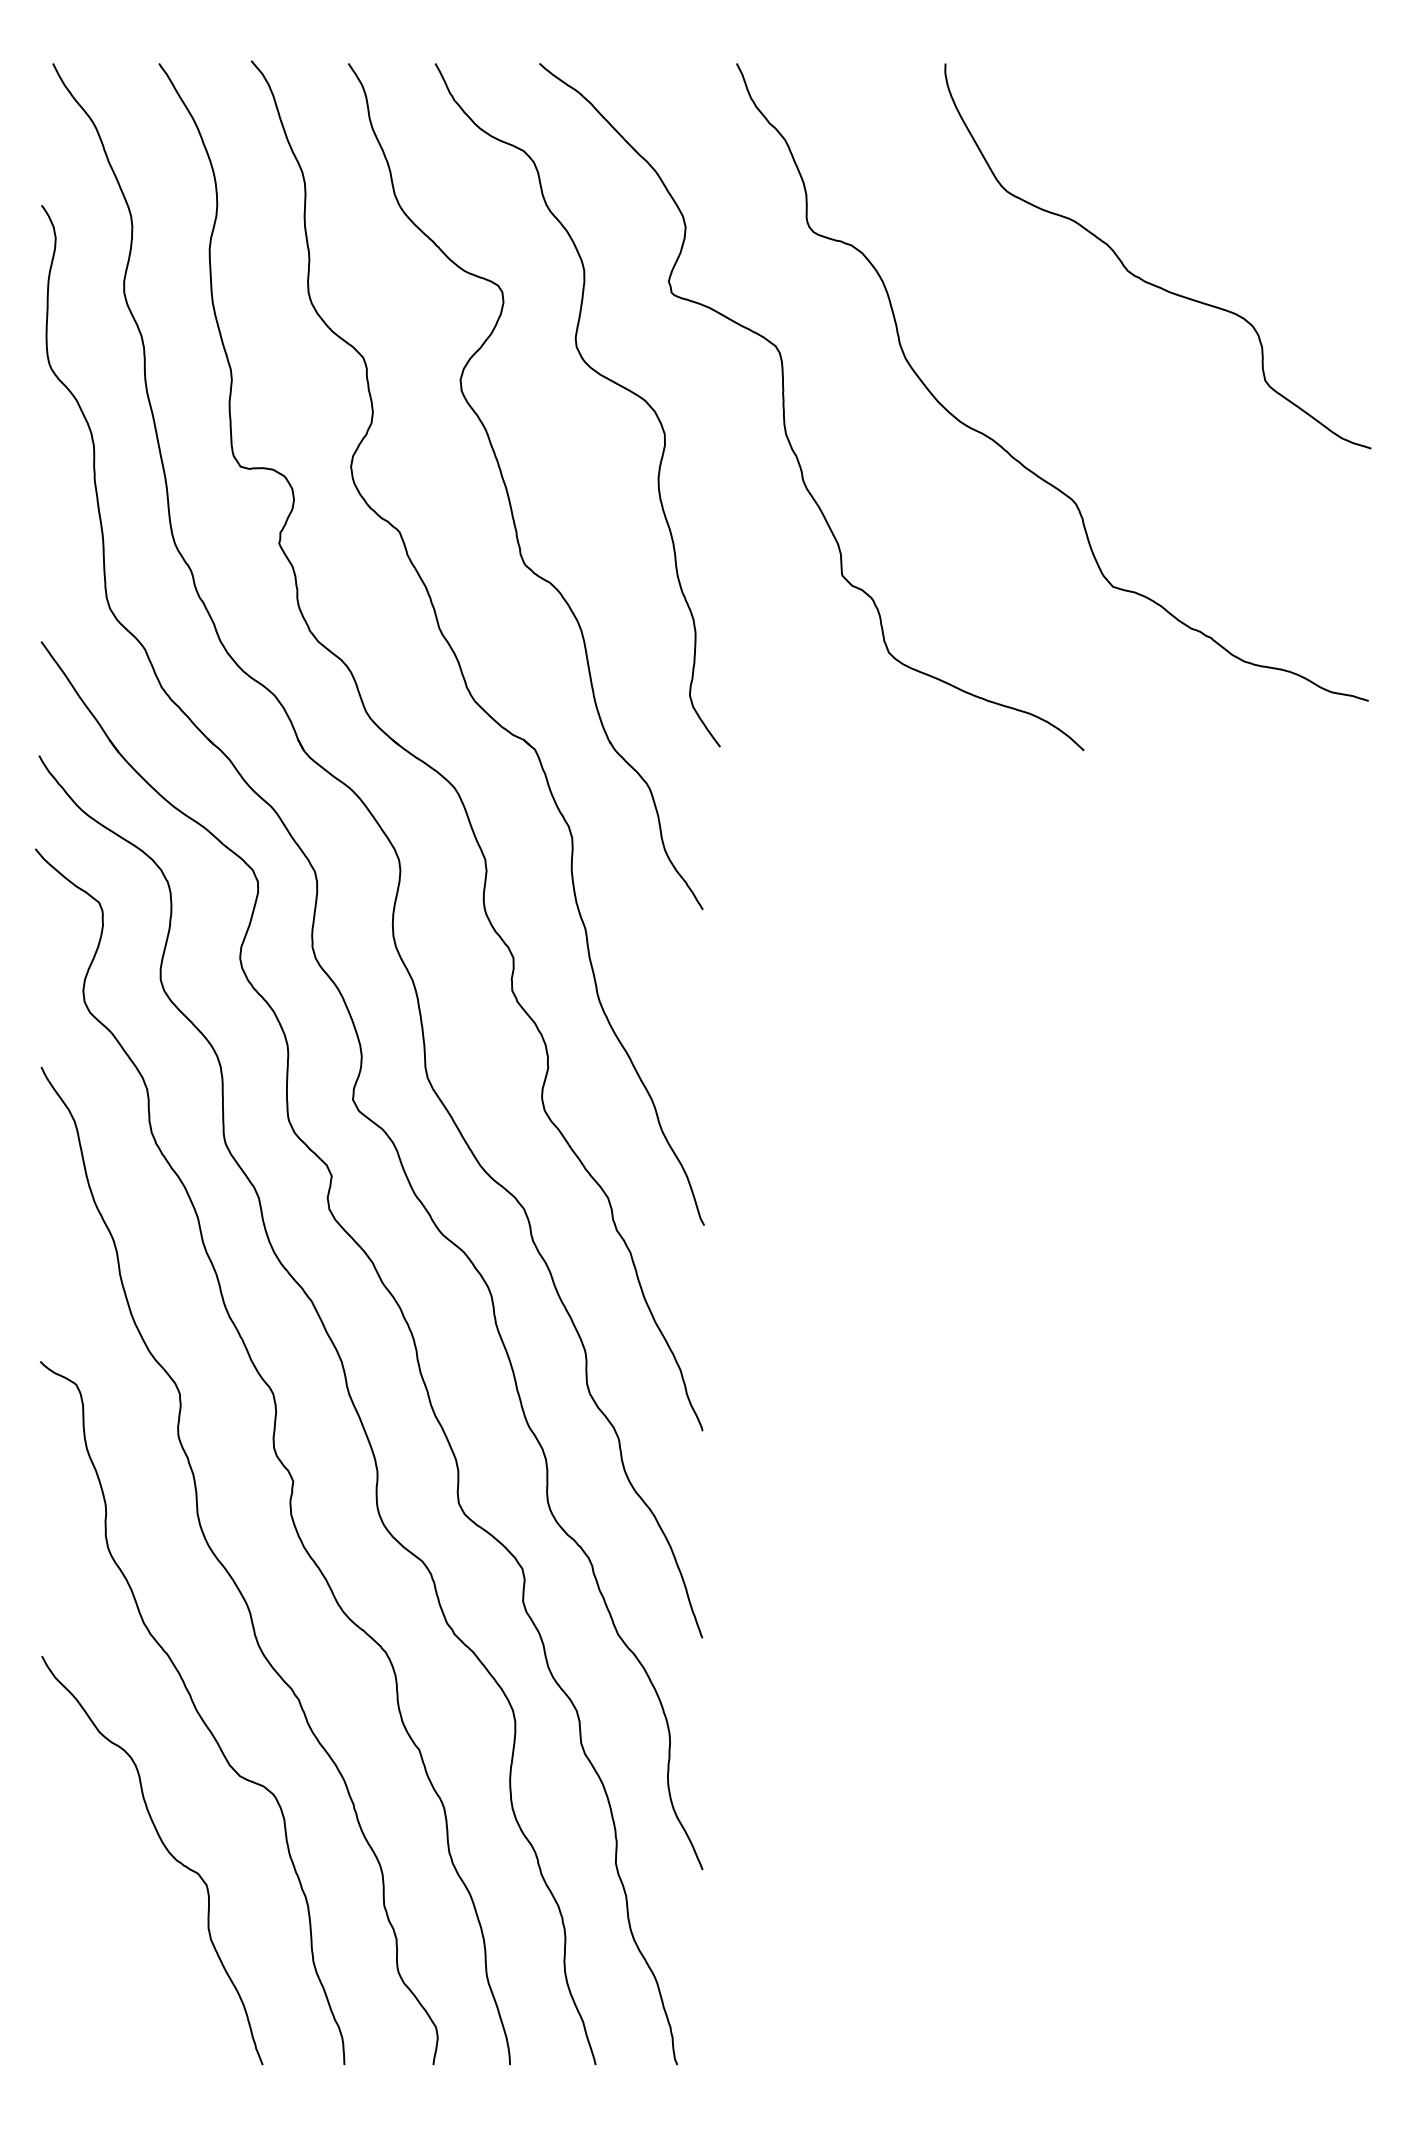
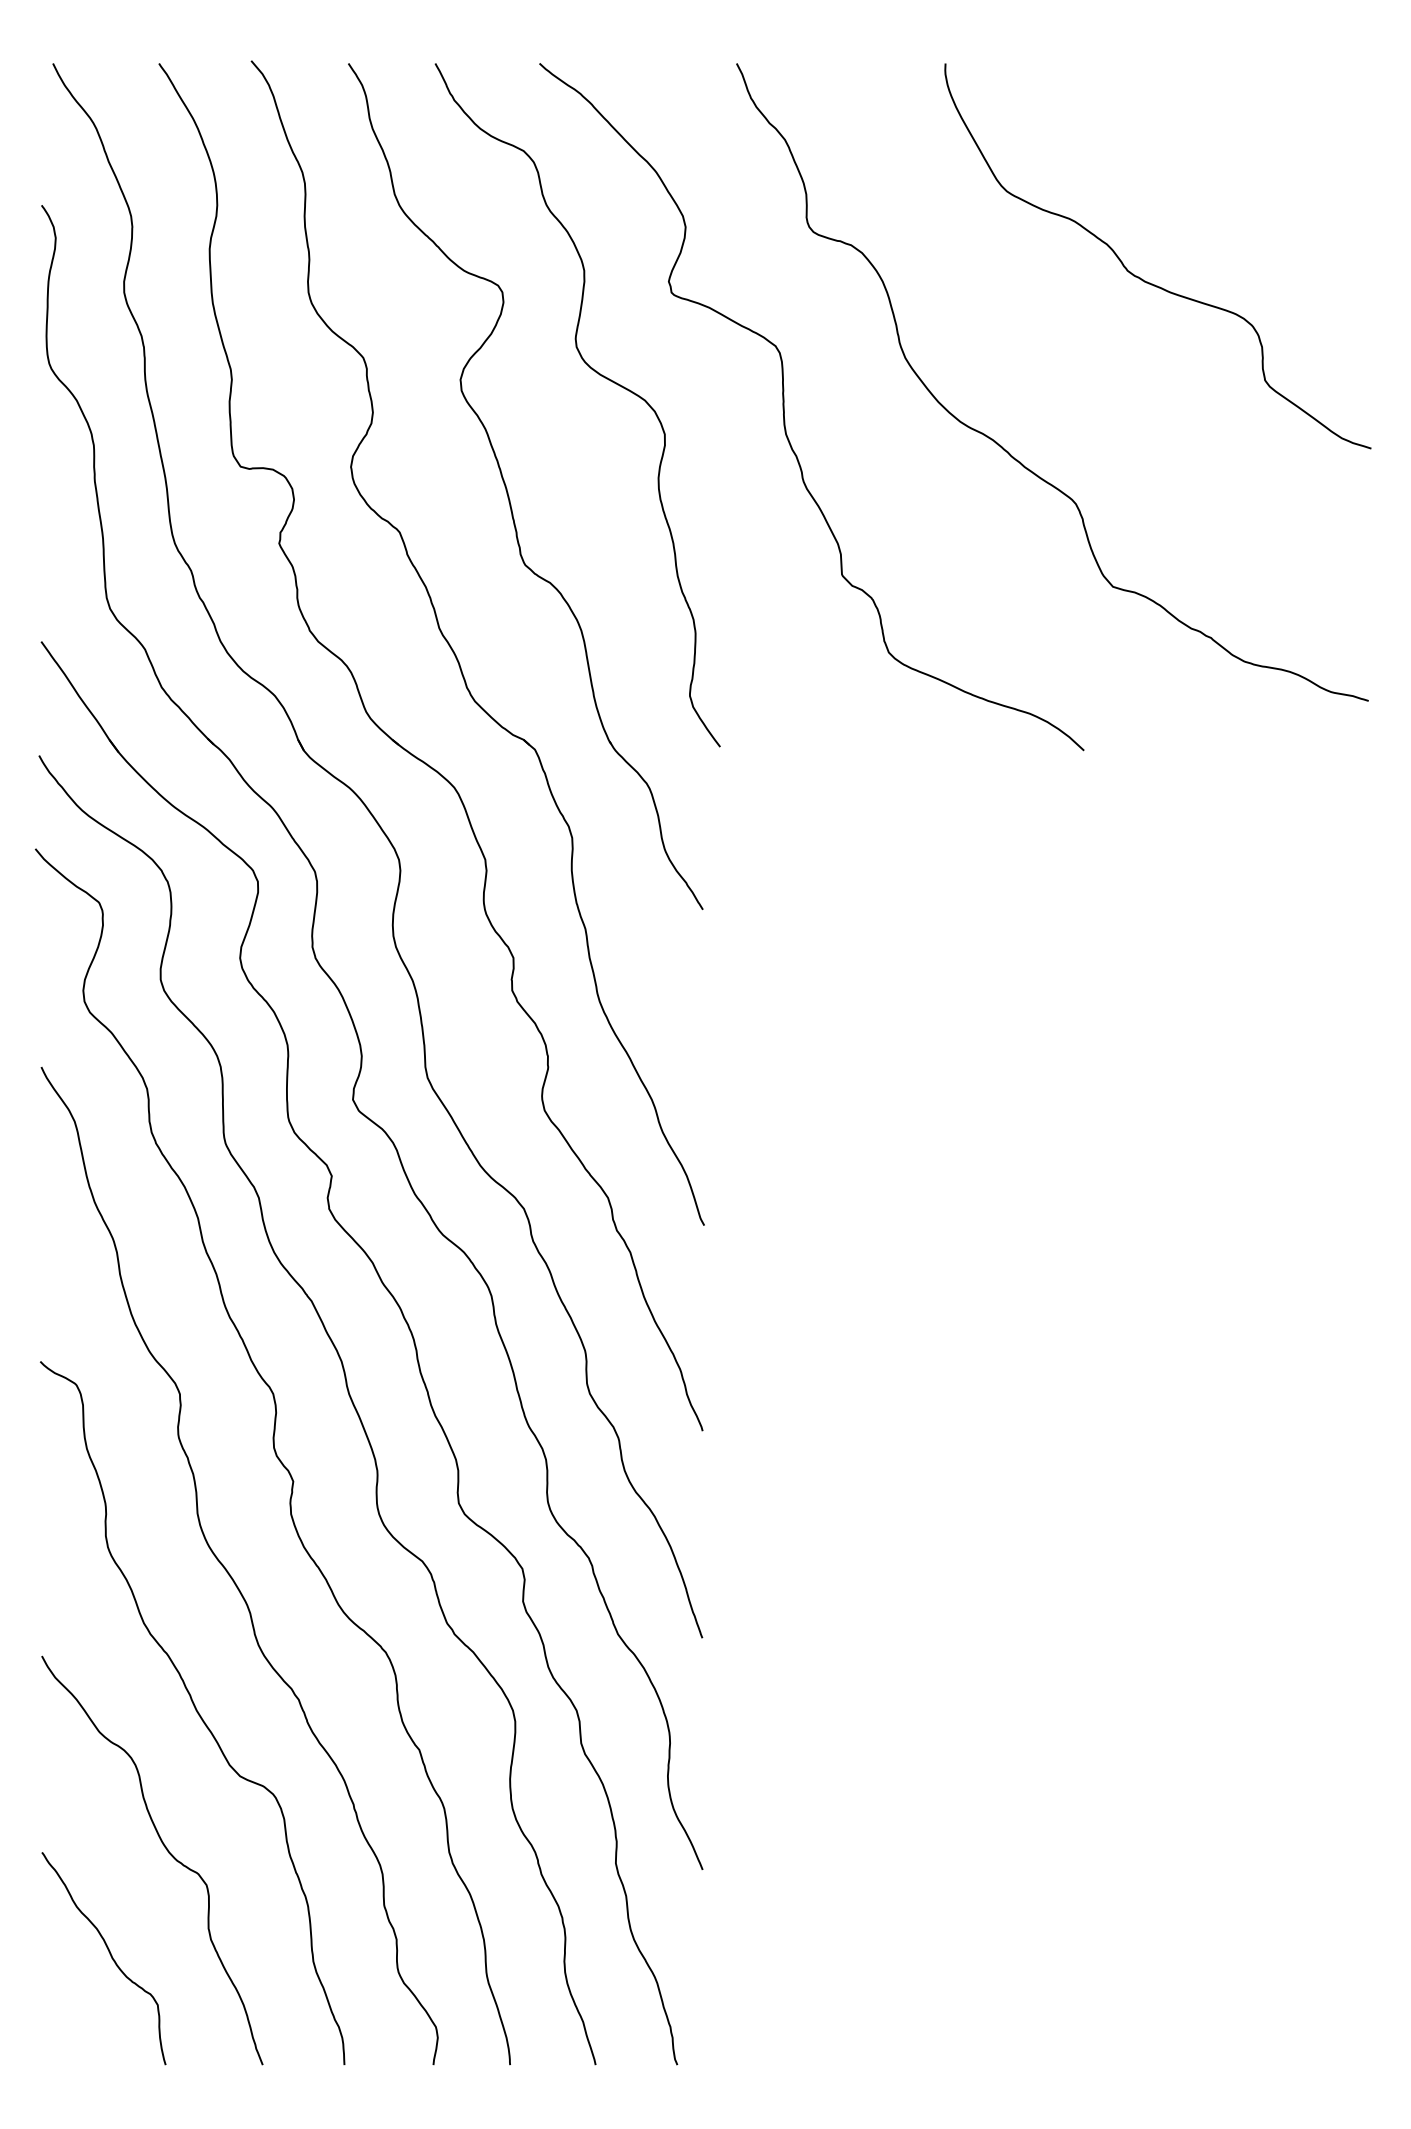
curve at (109, 1954): none -> present
